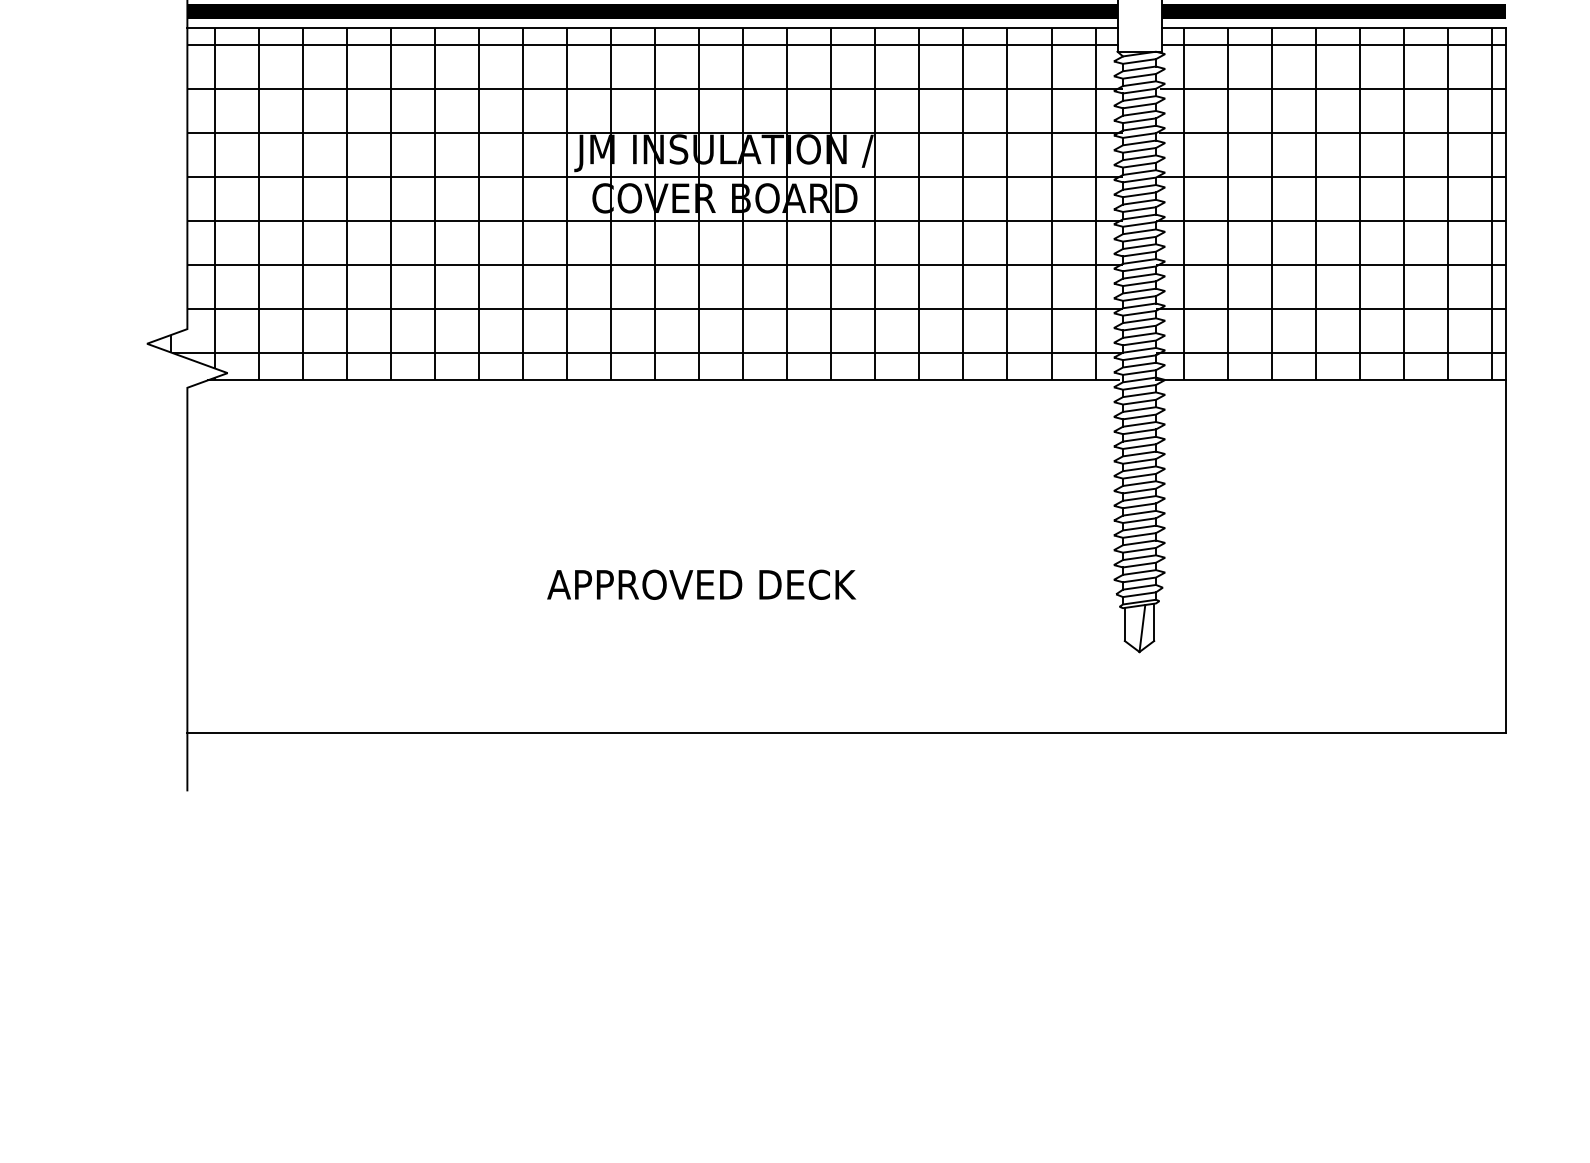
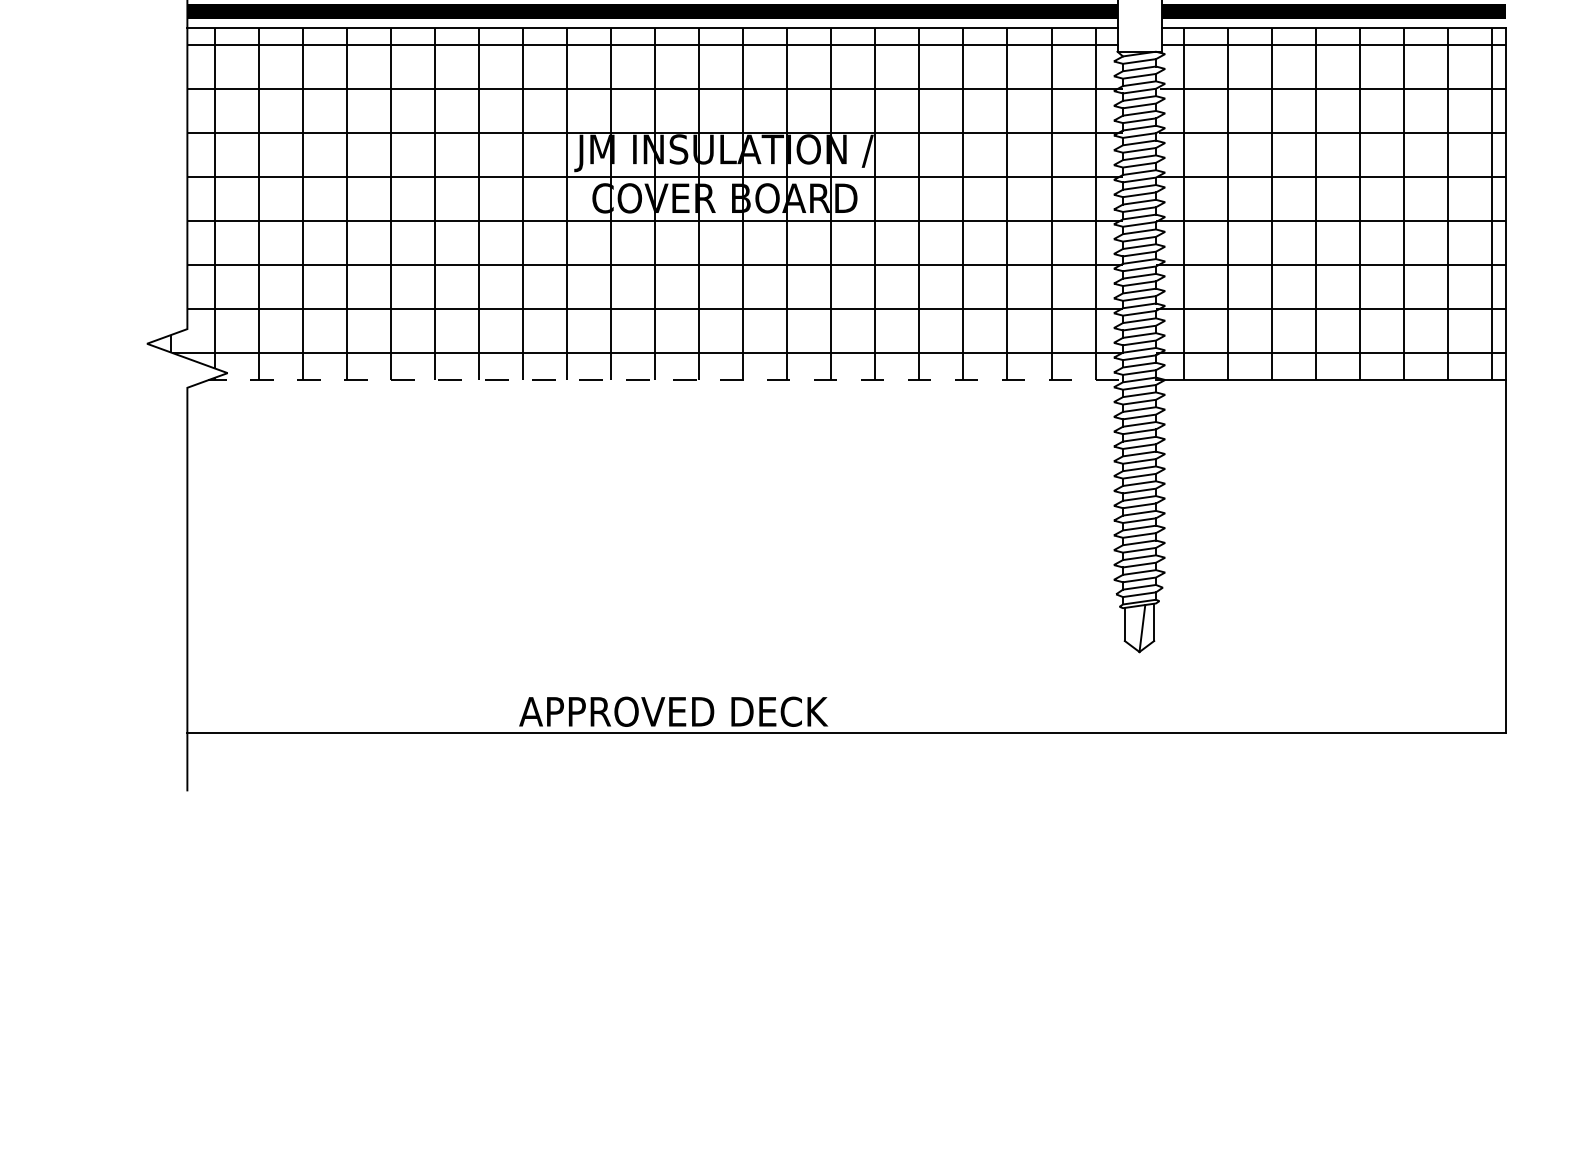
line at (663, 380): solid -> dashed
text at (701, 584) position: (701, 584) -> (673, 711)
